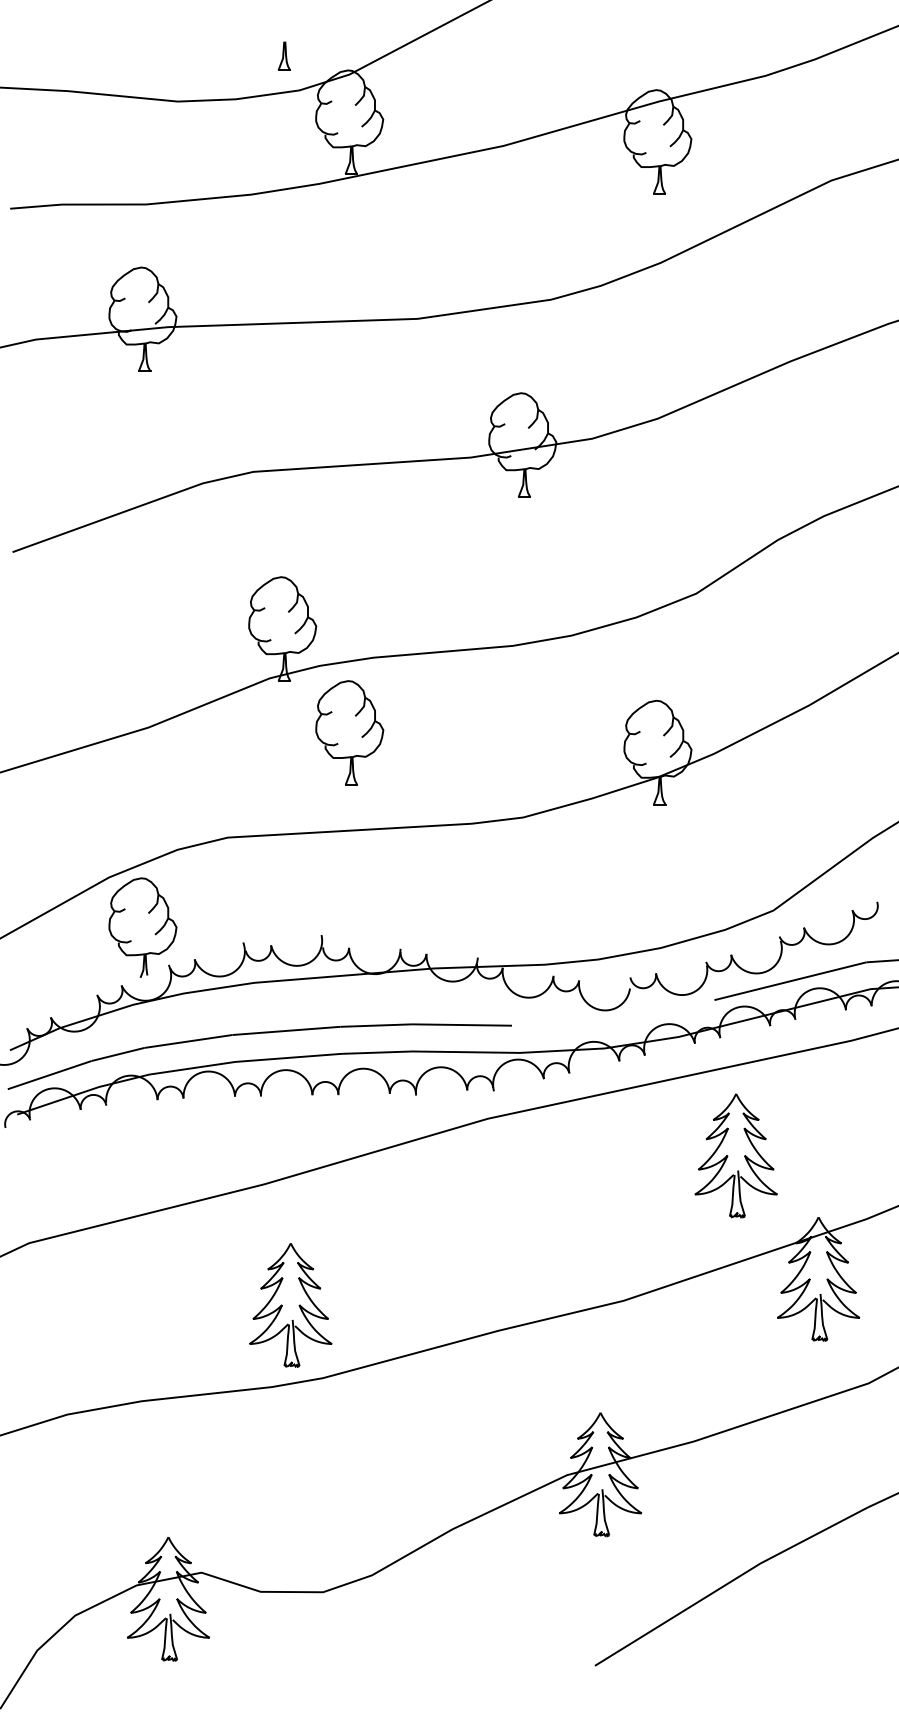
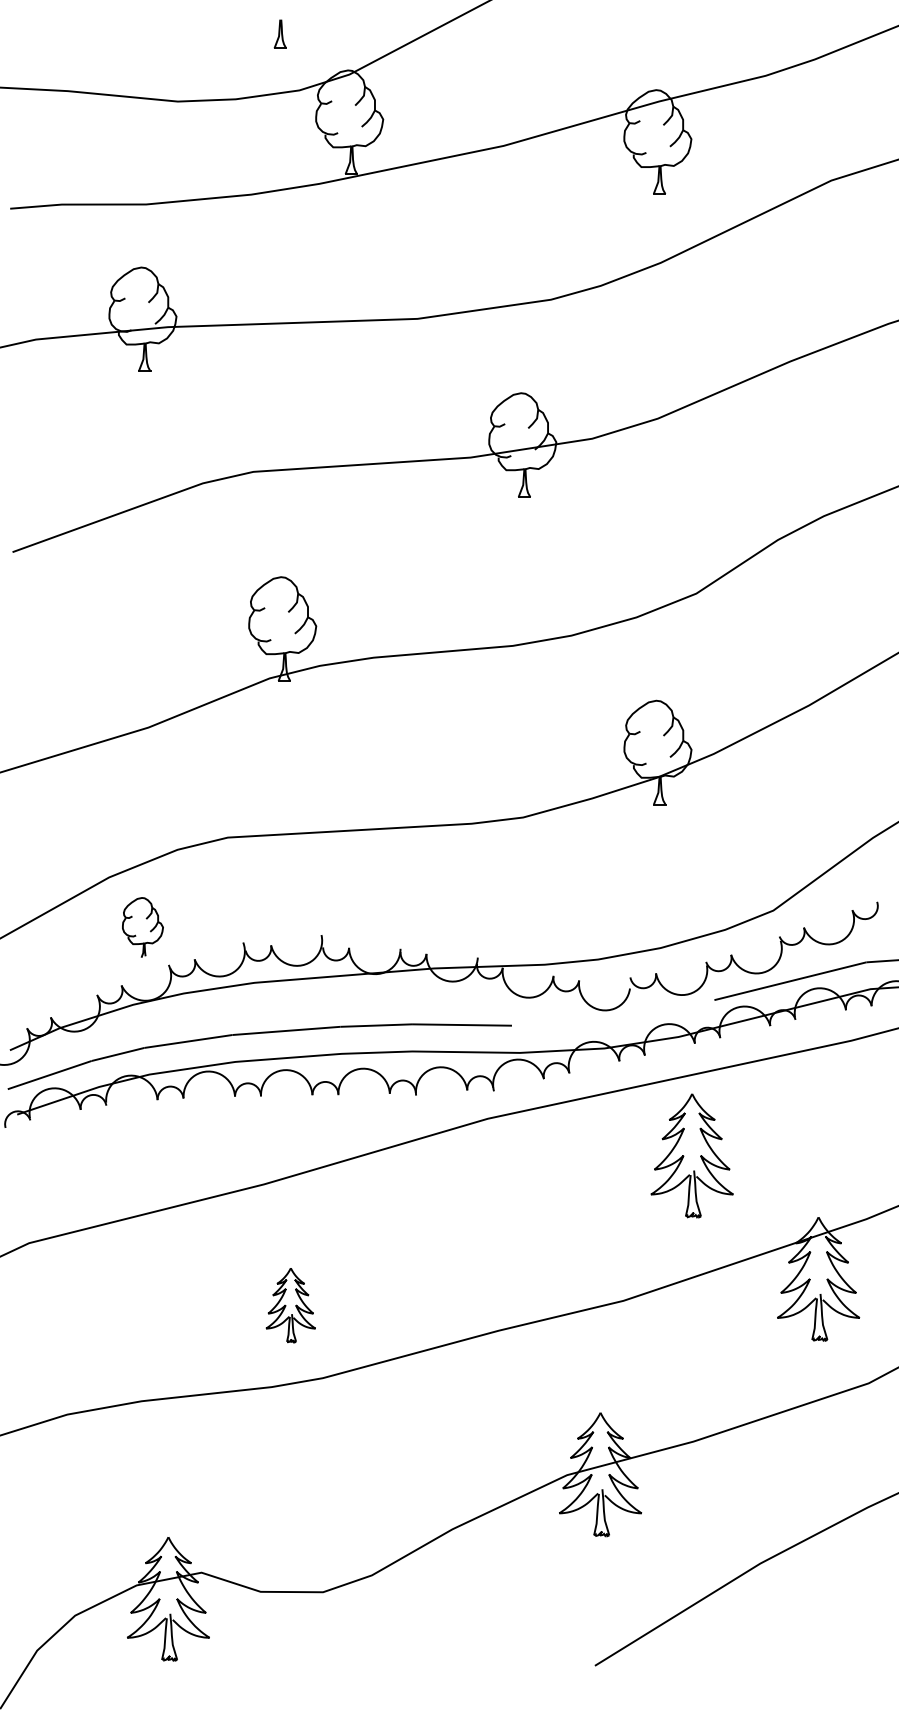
part at (283, 55) position: (283, 55) -> (279, 33)
part at (349, 732): present -> none
part at (142, 927) size: 70x101 px -> 42x61 px
part at (735, 1155) position: (735, 1155) -> (691, 1155)
part at (290, 1305) size: 84x125 px -> 51x76 px
